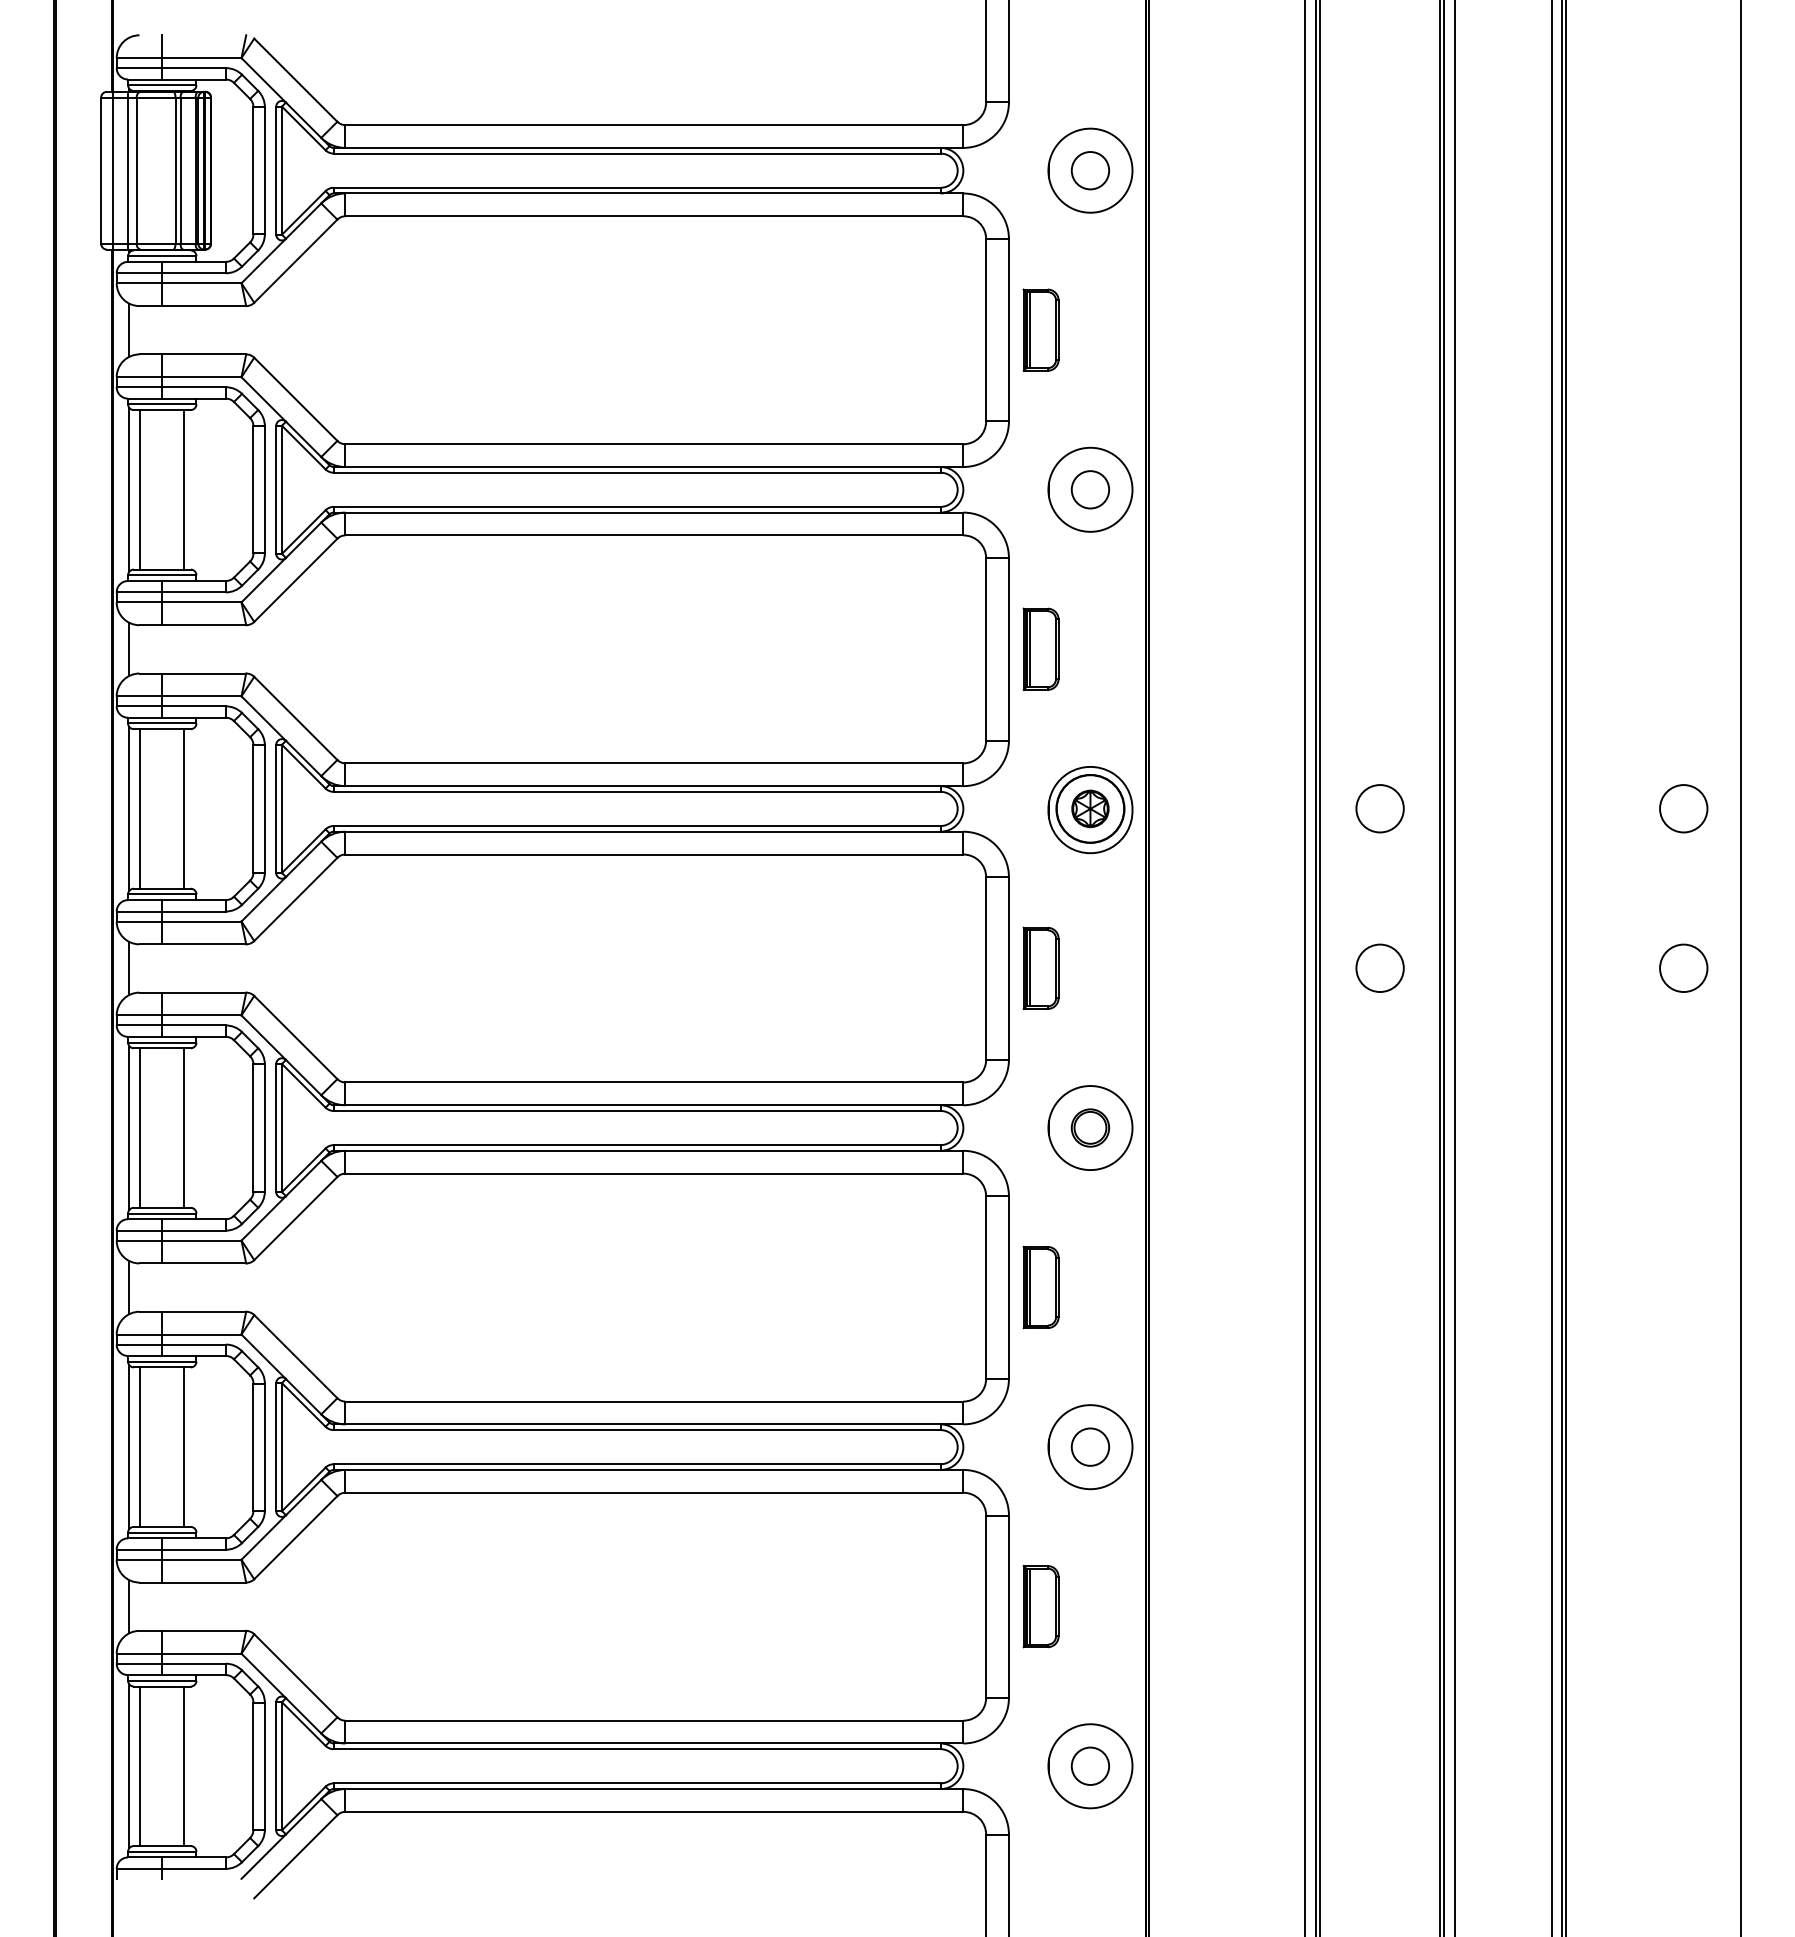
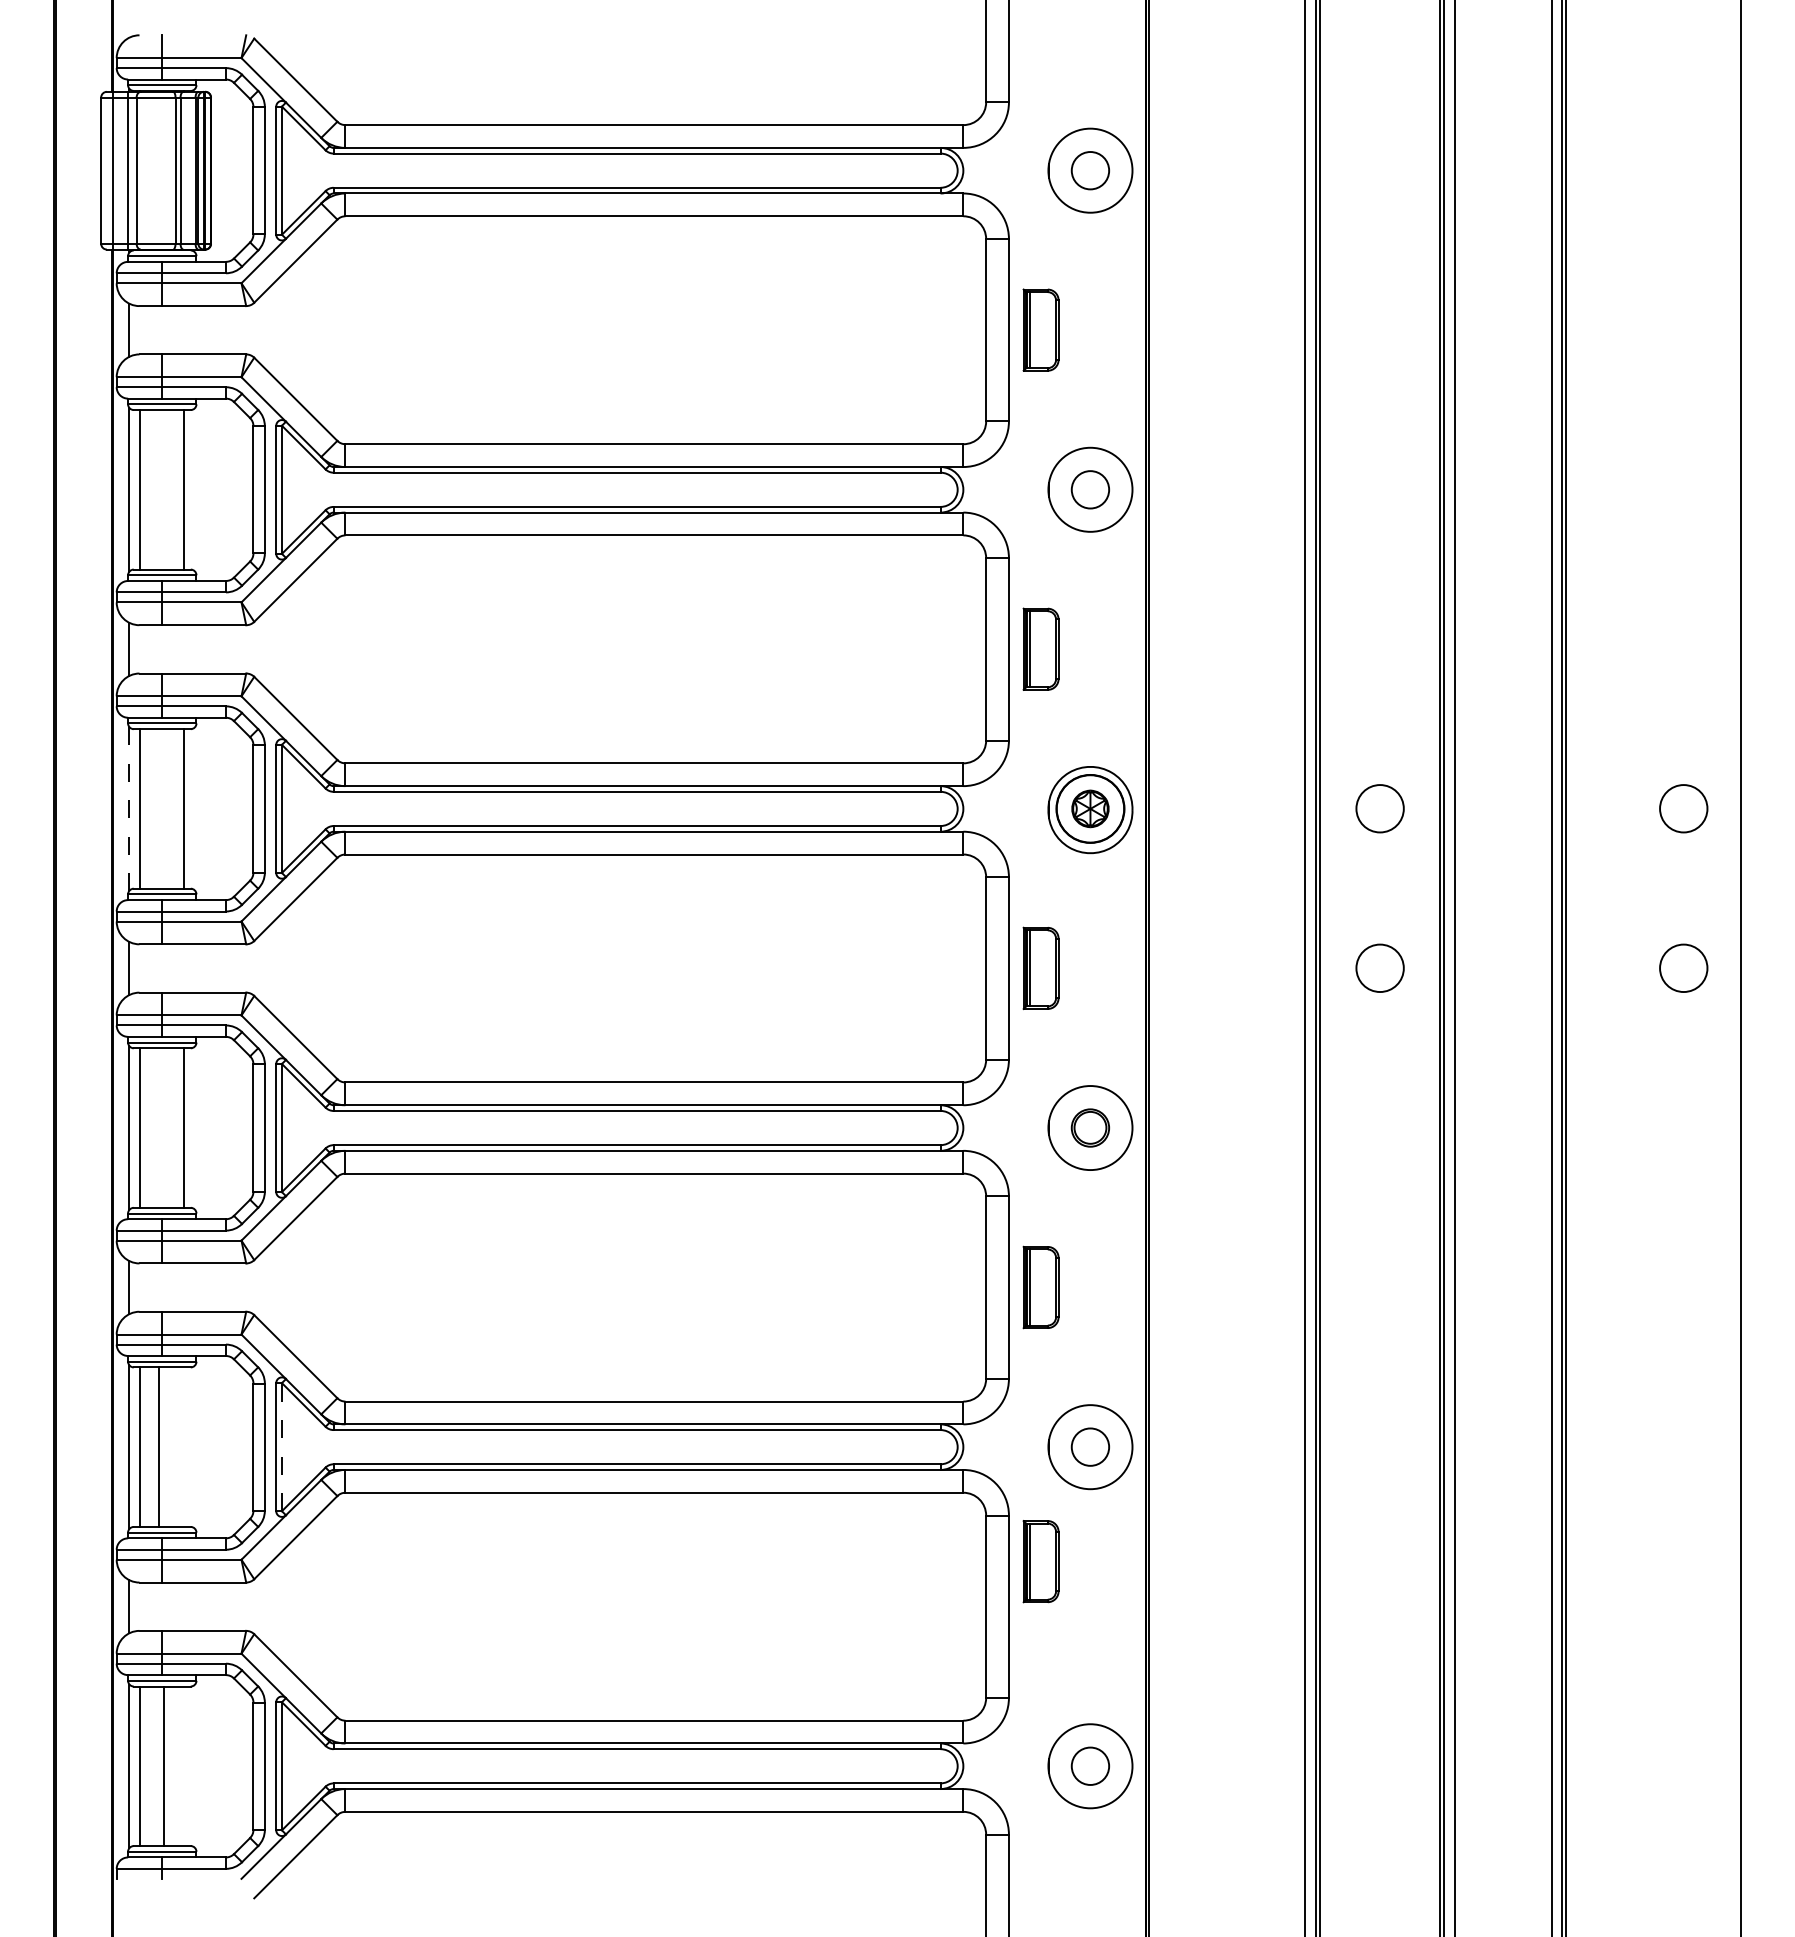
line at (129, 808): solid -> dashed
line at (184, 1446) position: (184, 1446) -> (159, 1446)
line at (281, 1446): solid -> dashed
part at (1040, 1606) position: (1040, 1606) -> (1040, 1561)
line at (184, 1766) position: (184, 1766) -> (164, 1766)
